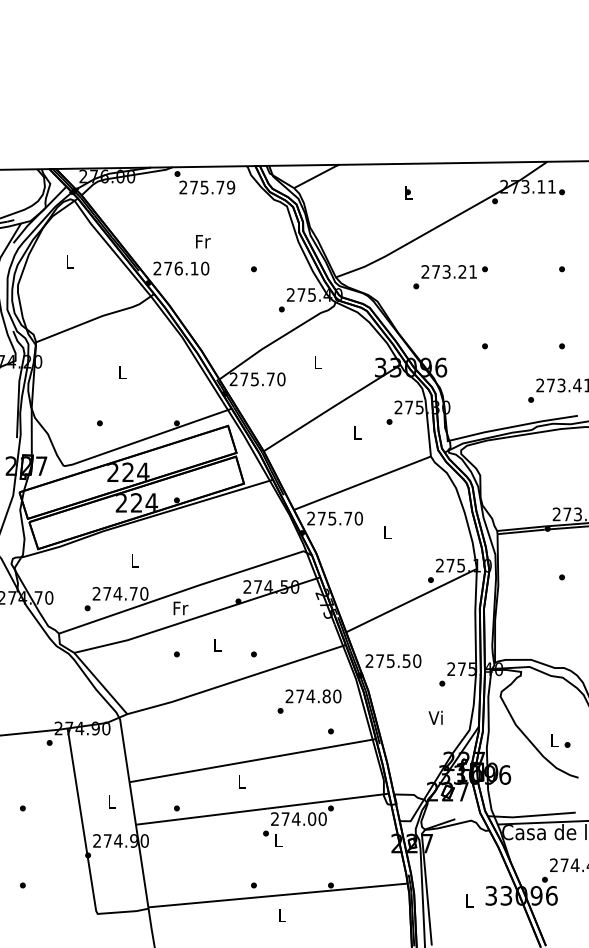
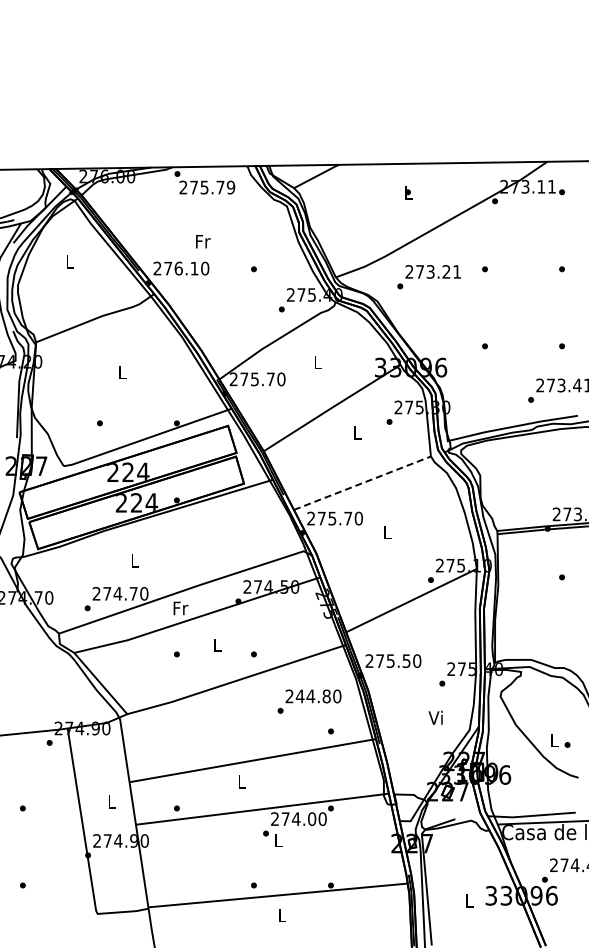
text at (444, 277) position: (444, 277) -> (428, 277)
line at (362, 483): solid -> dashed
text at (299, 696): 274.80 -> 244.80
